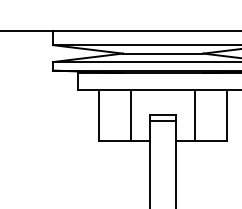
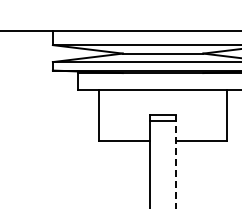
line at (131, 115): present -> none
line at (194, 115): present -> none
line at (175, 162): solid -> dashed
